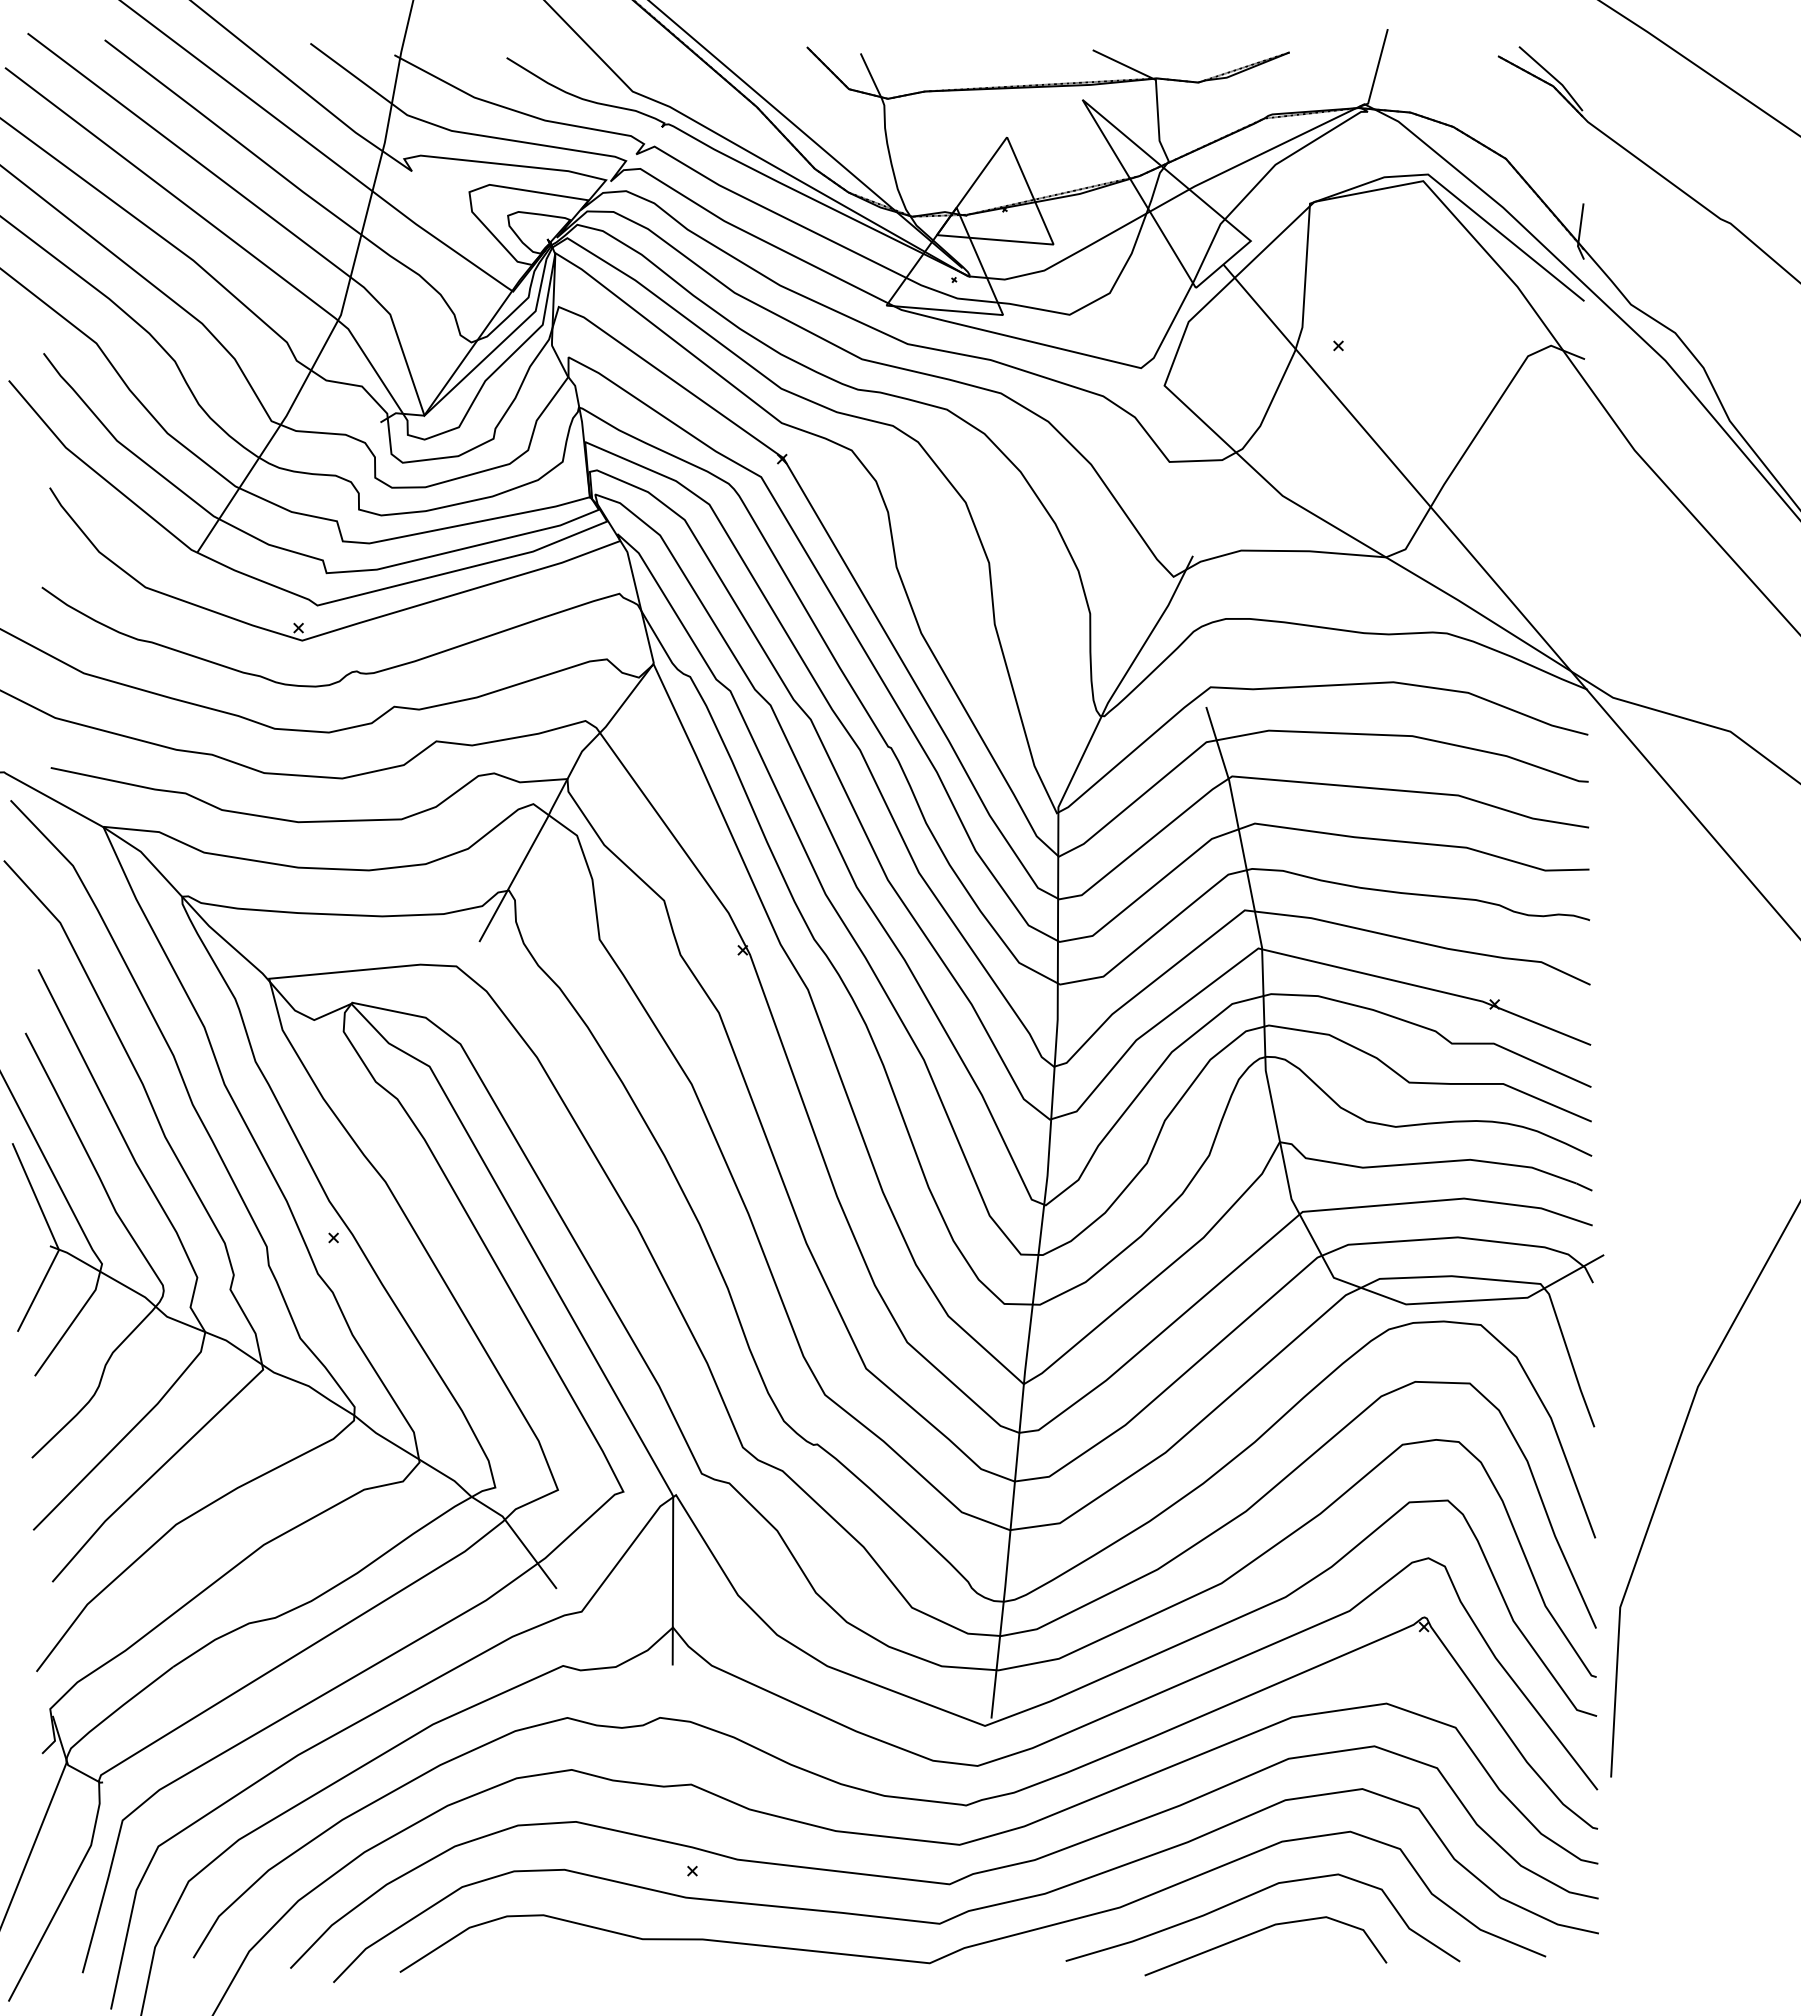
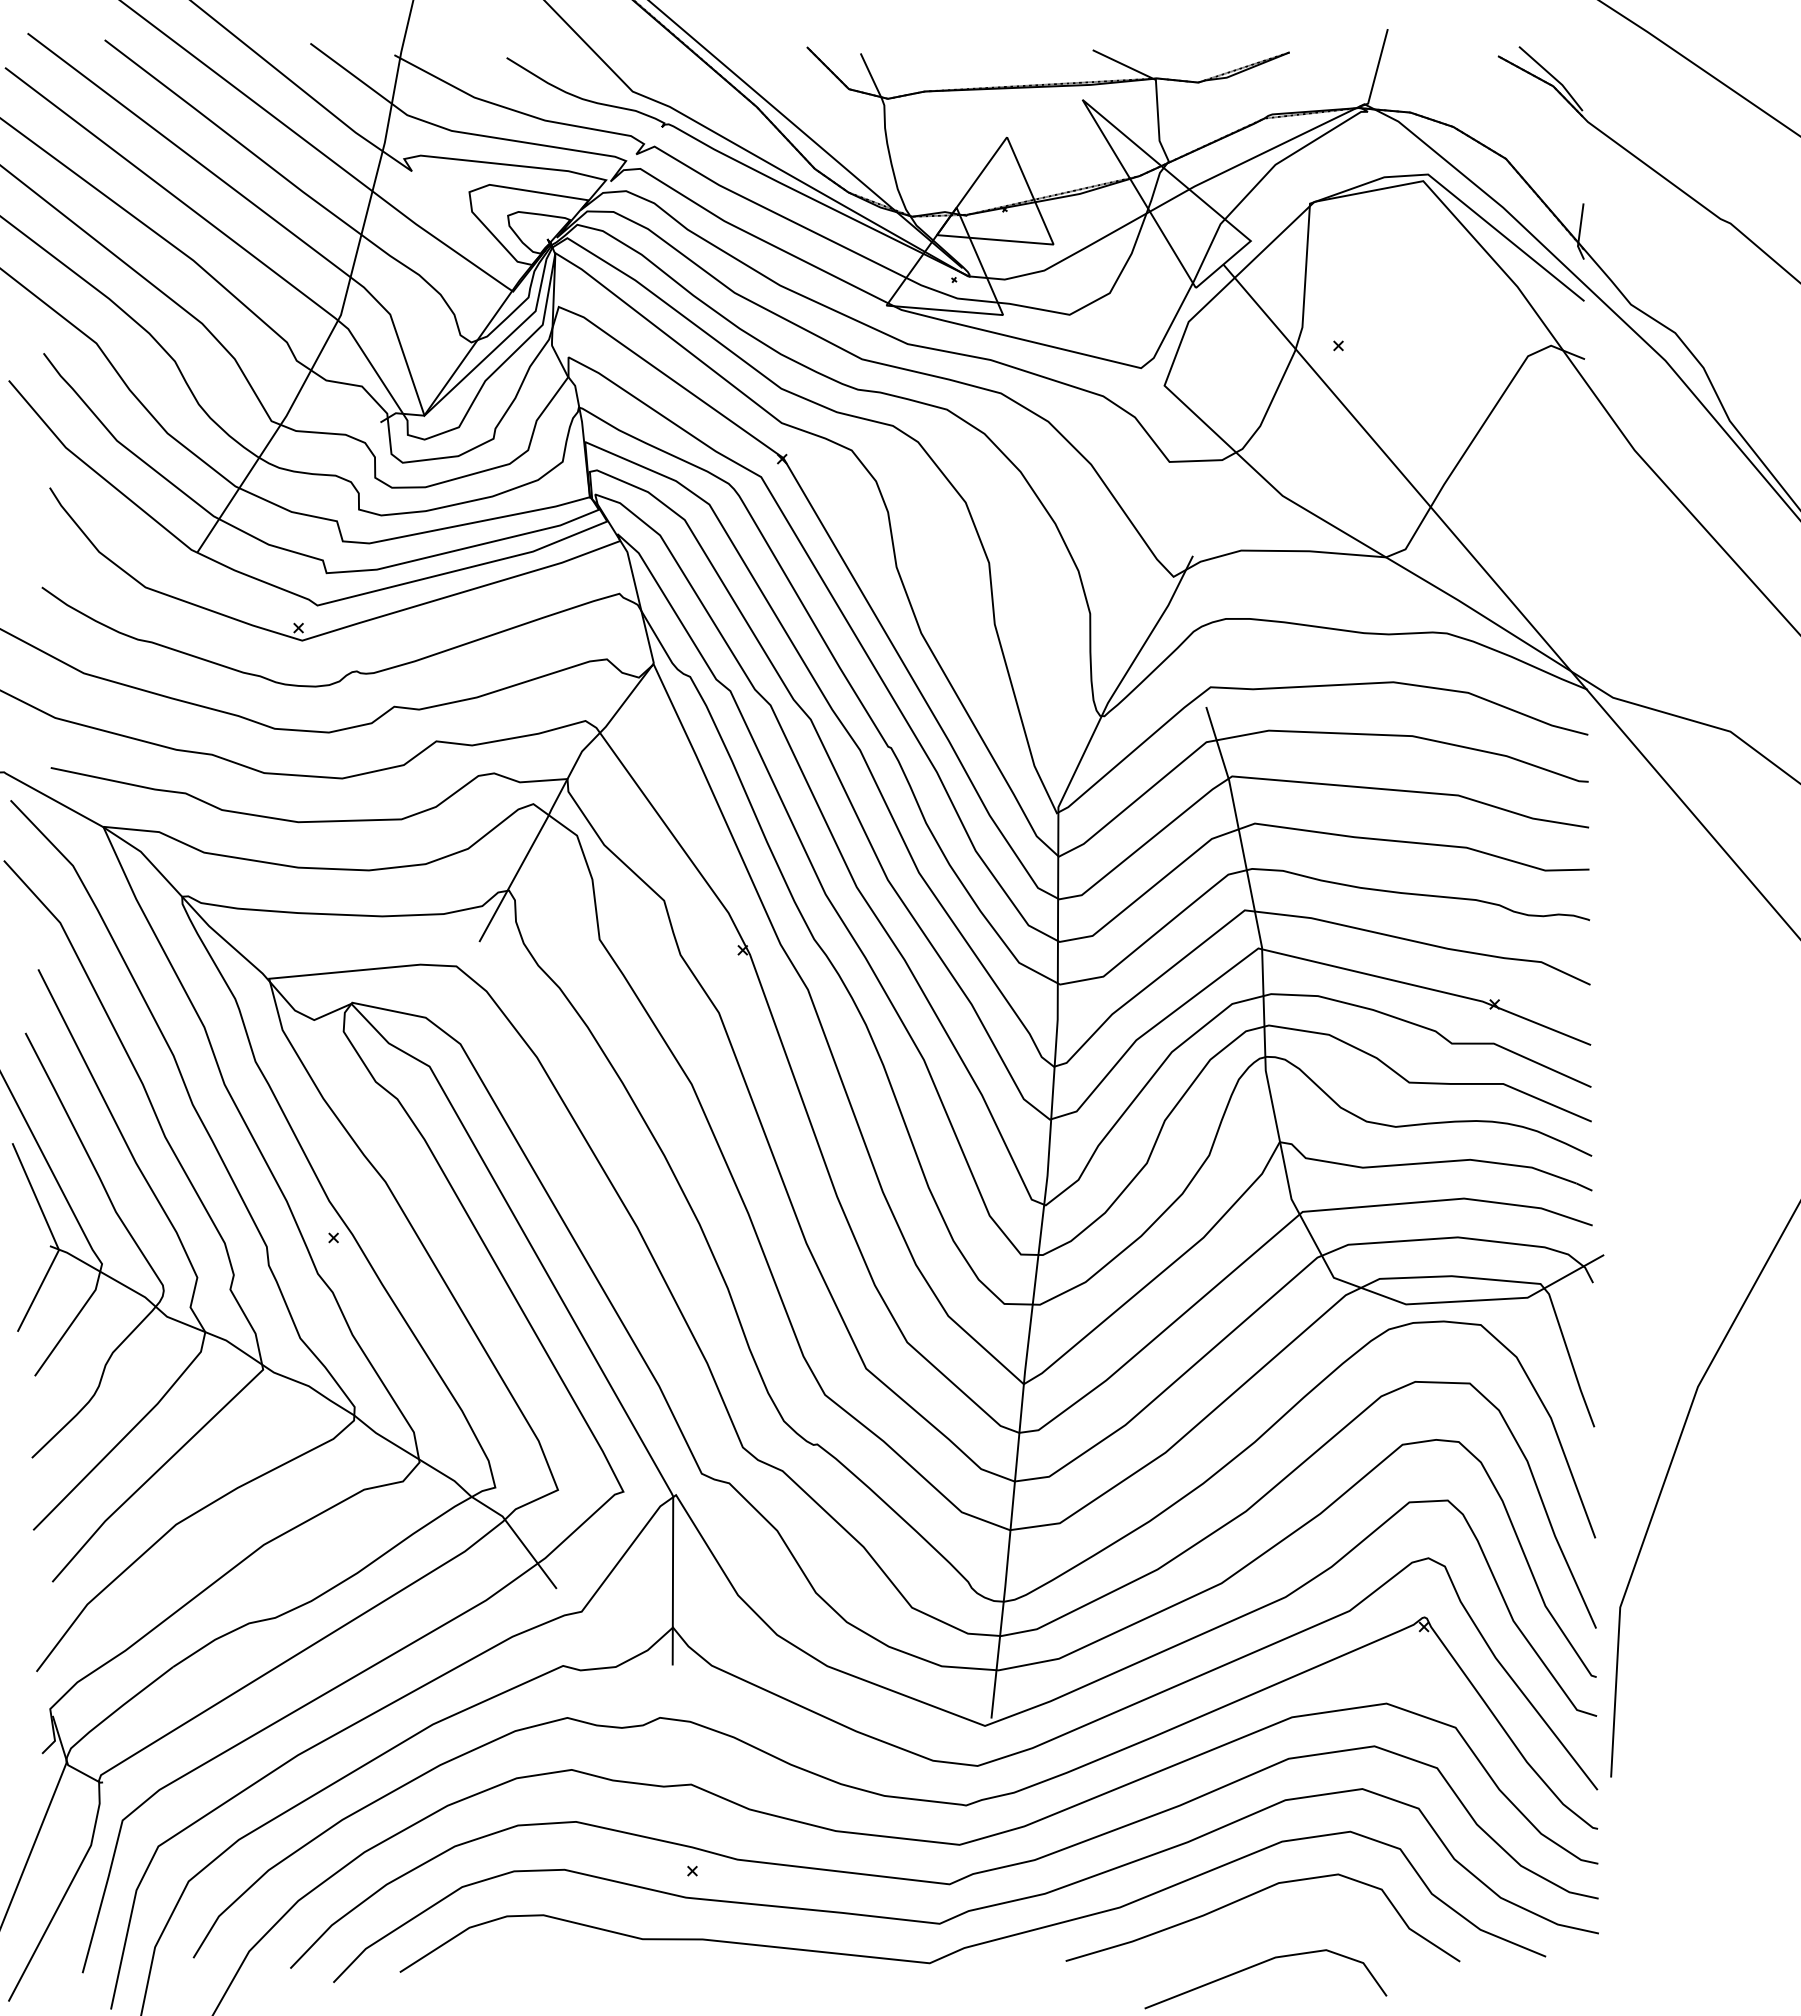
line at (1258, 1932) position: (1258, 1932) -> (1258, 1965)
